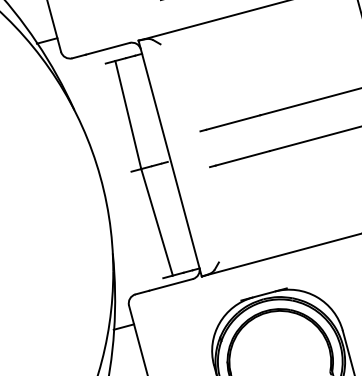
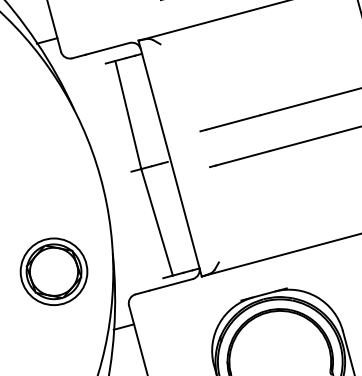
part at (53, 271): none -> present
